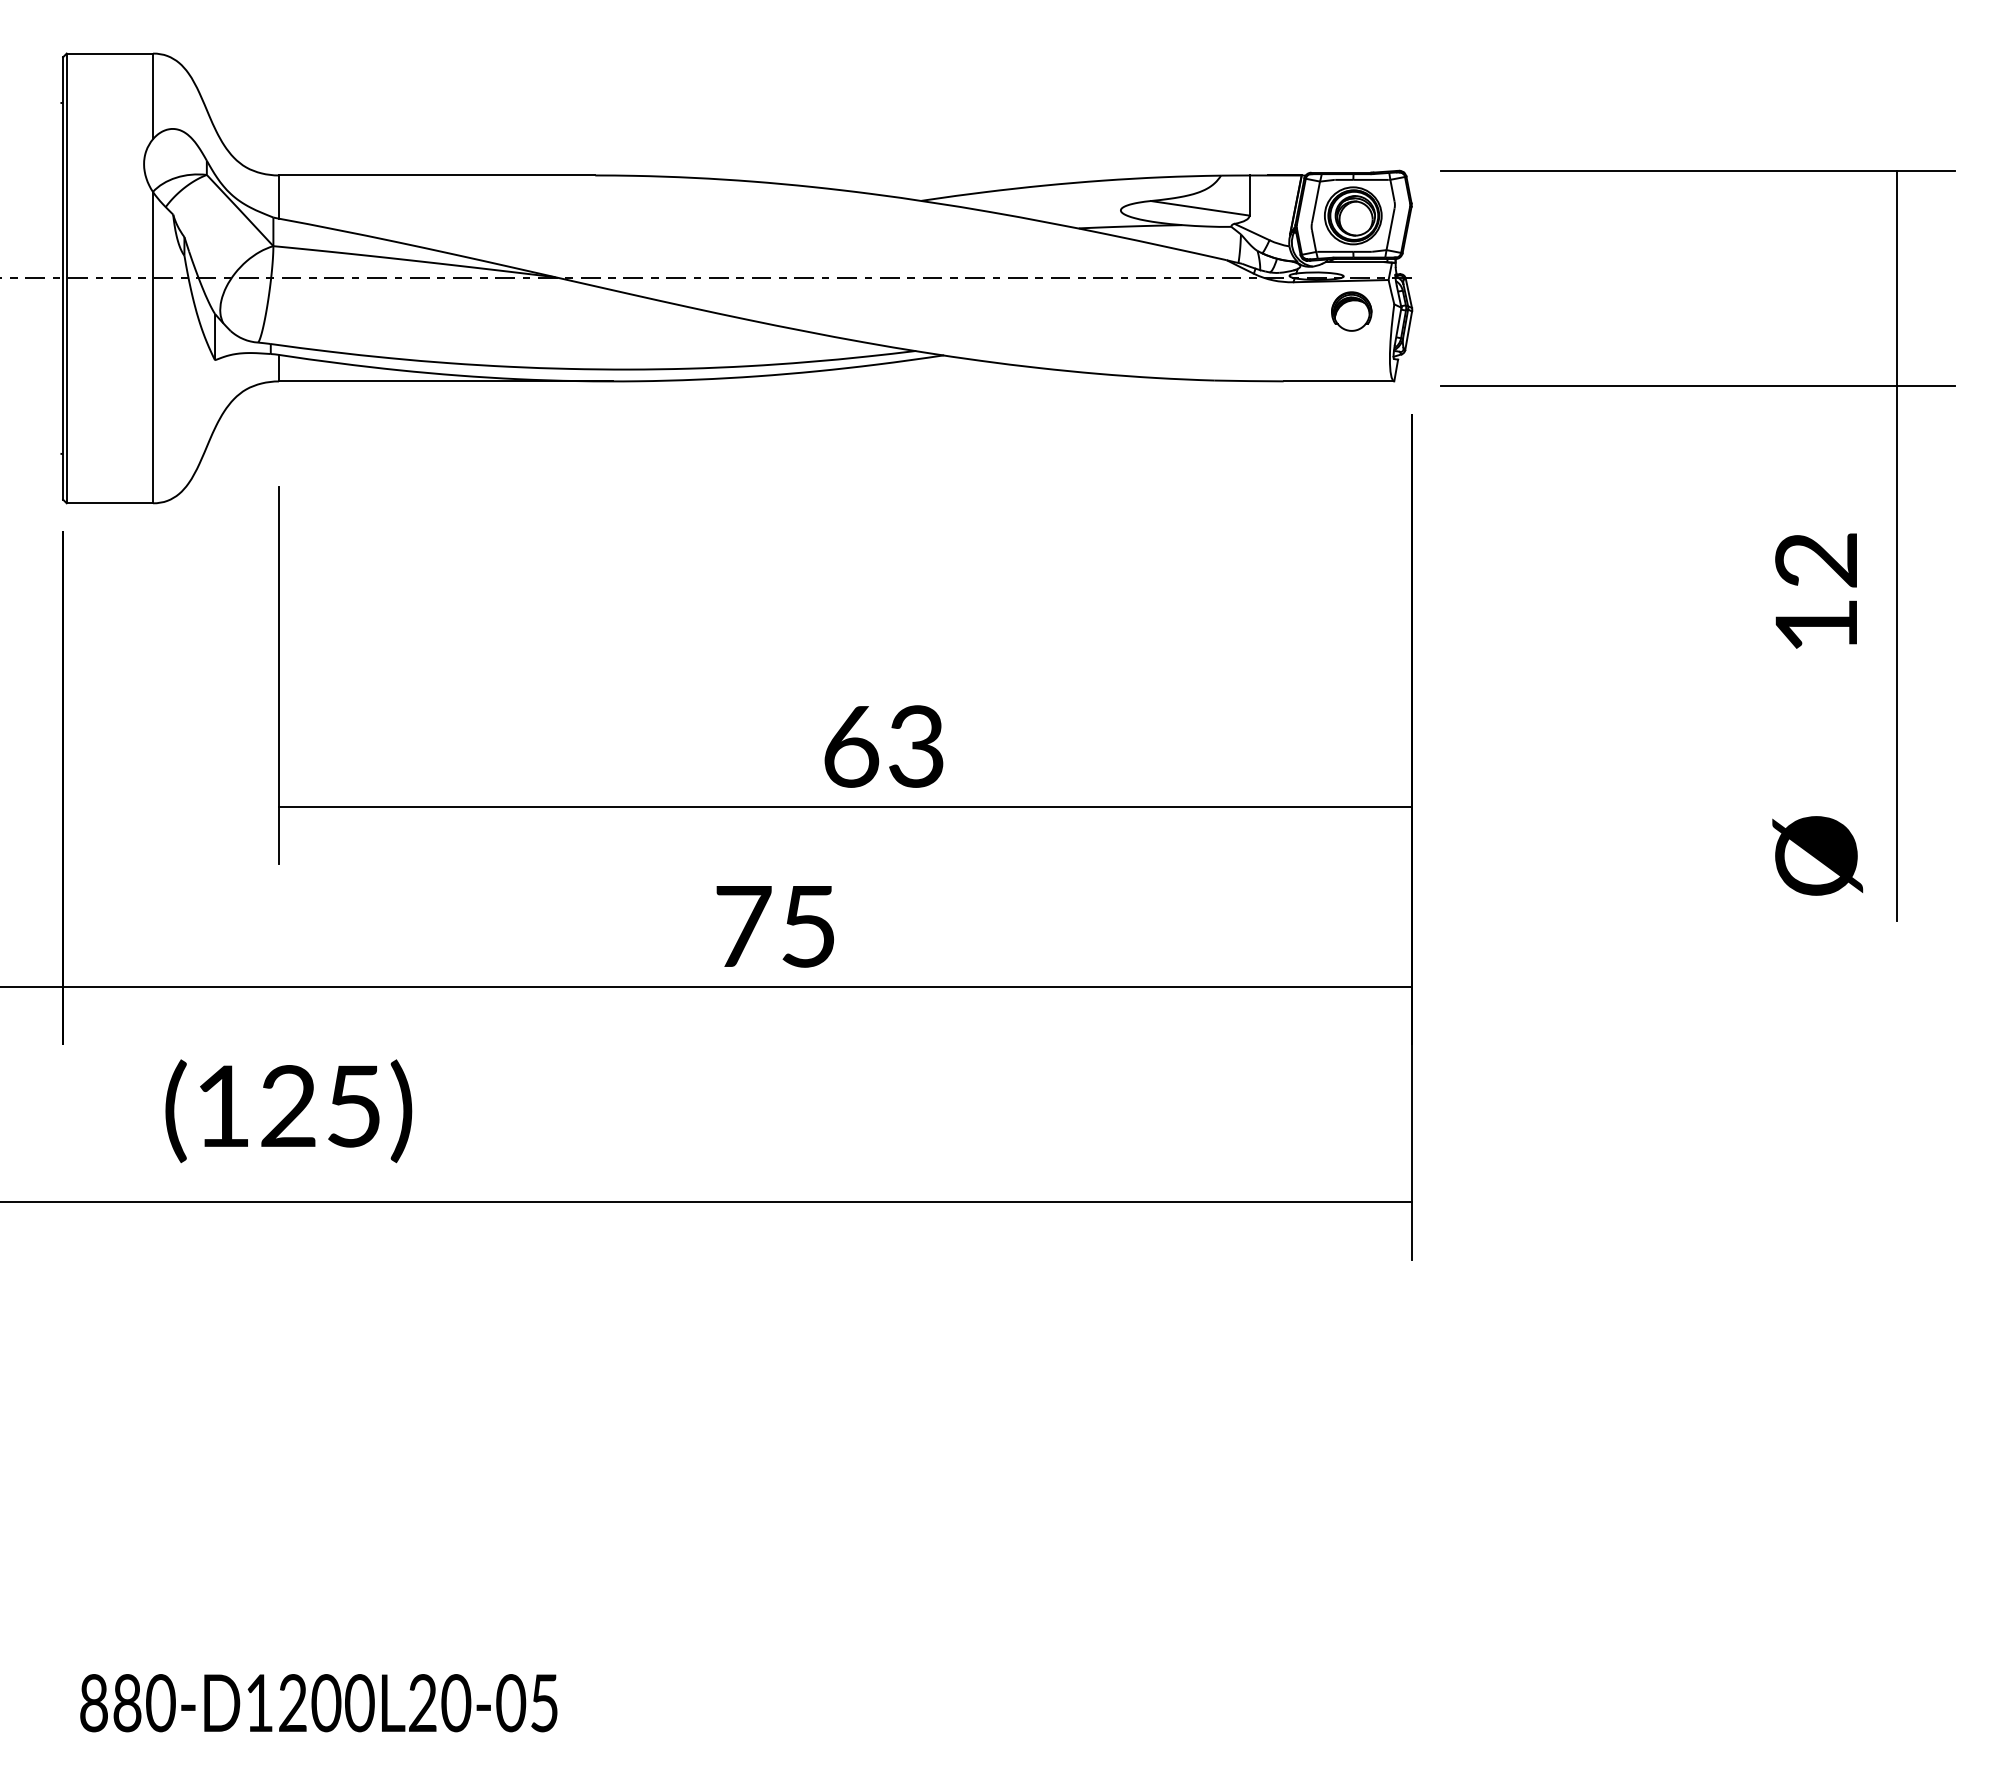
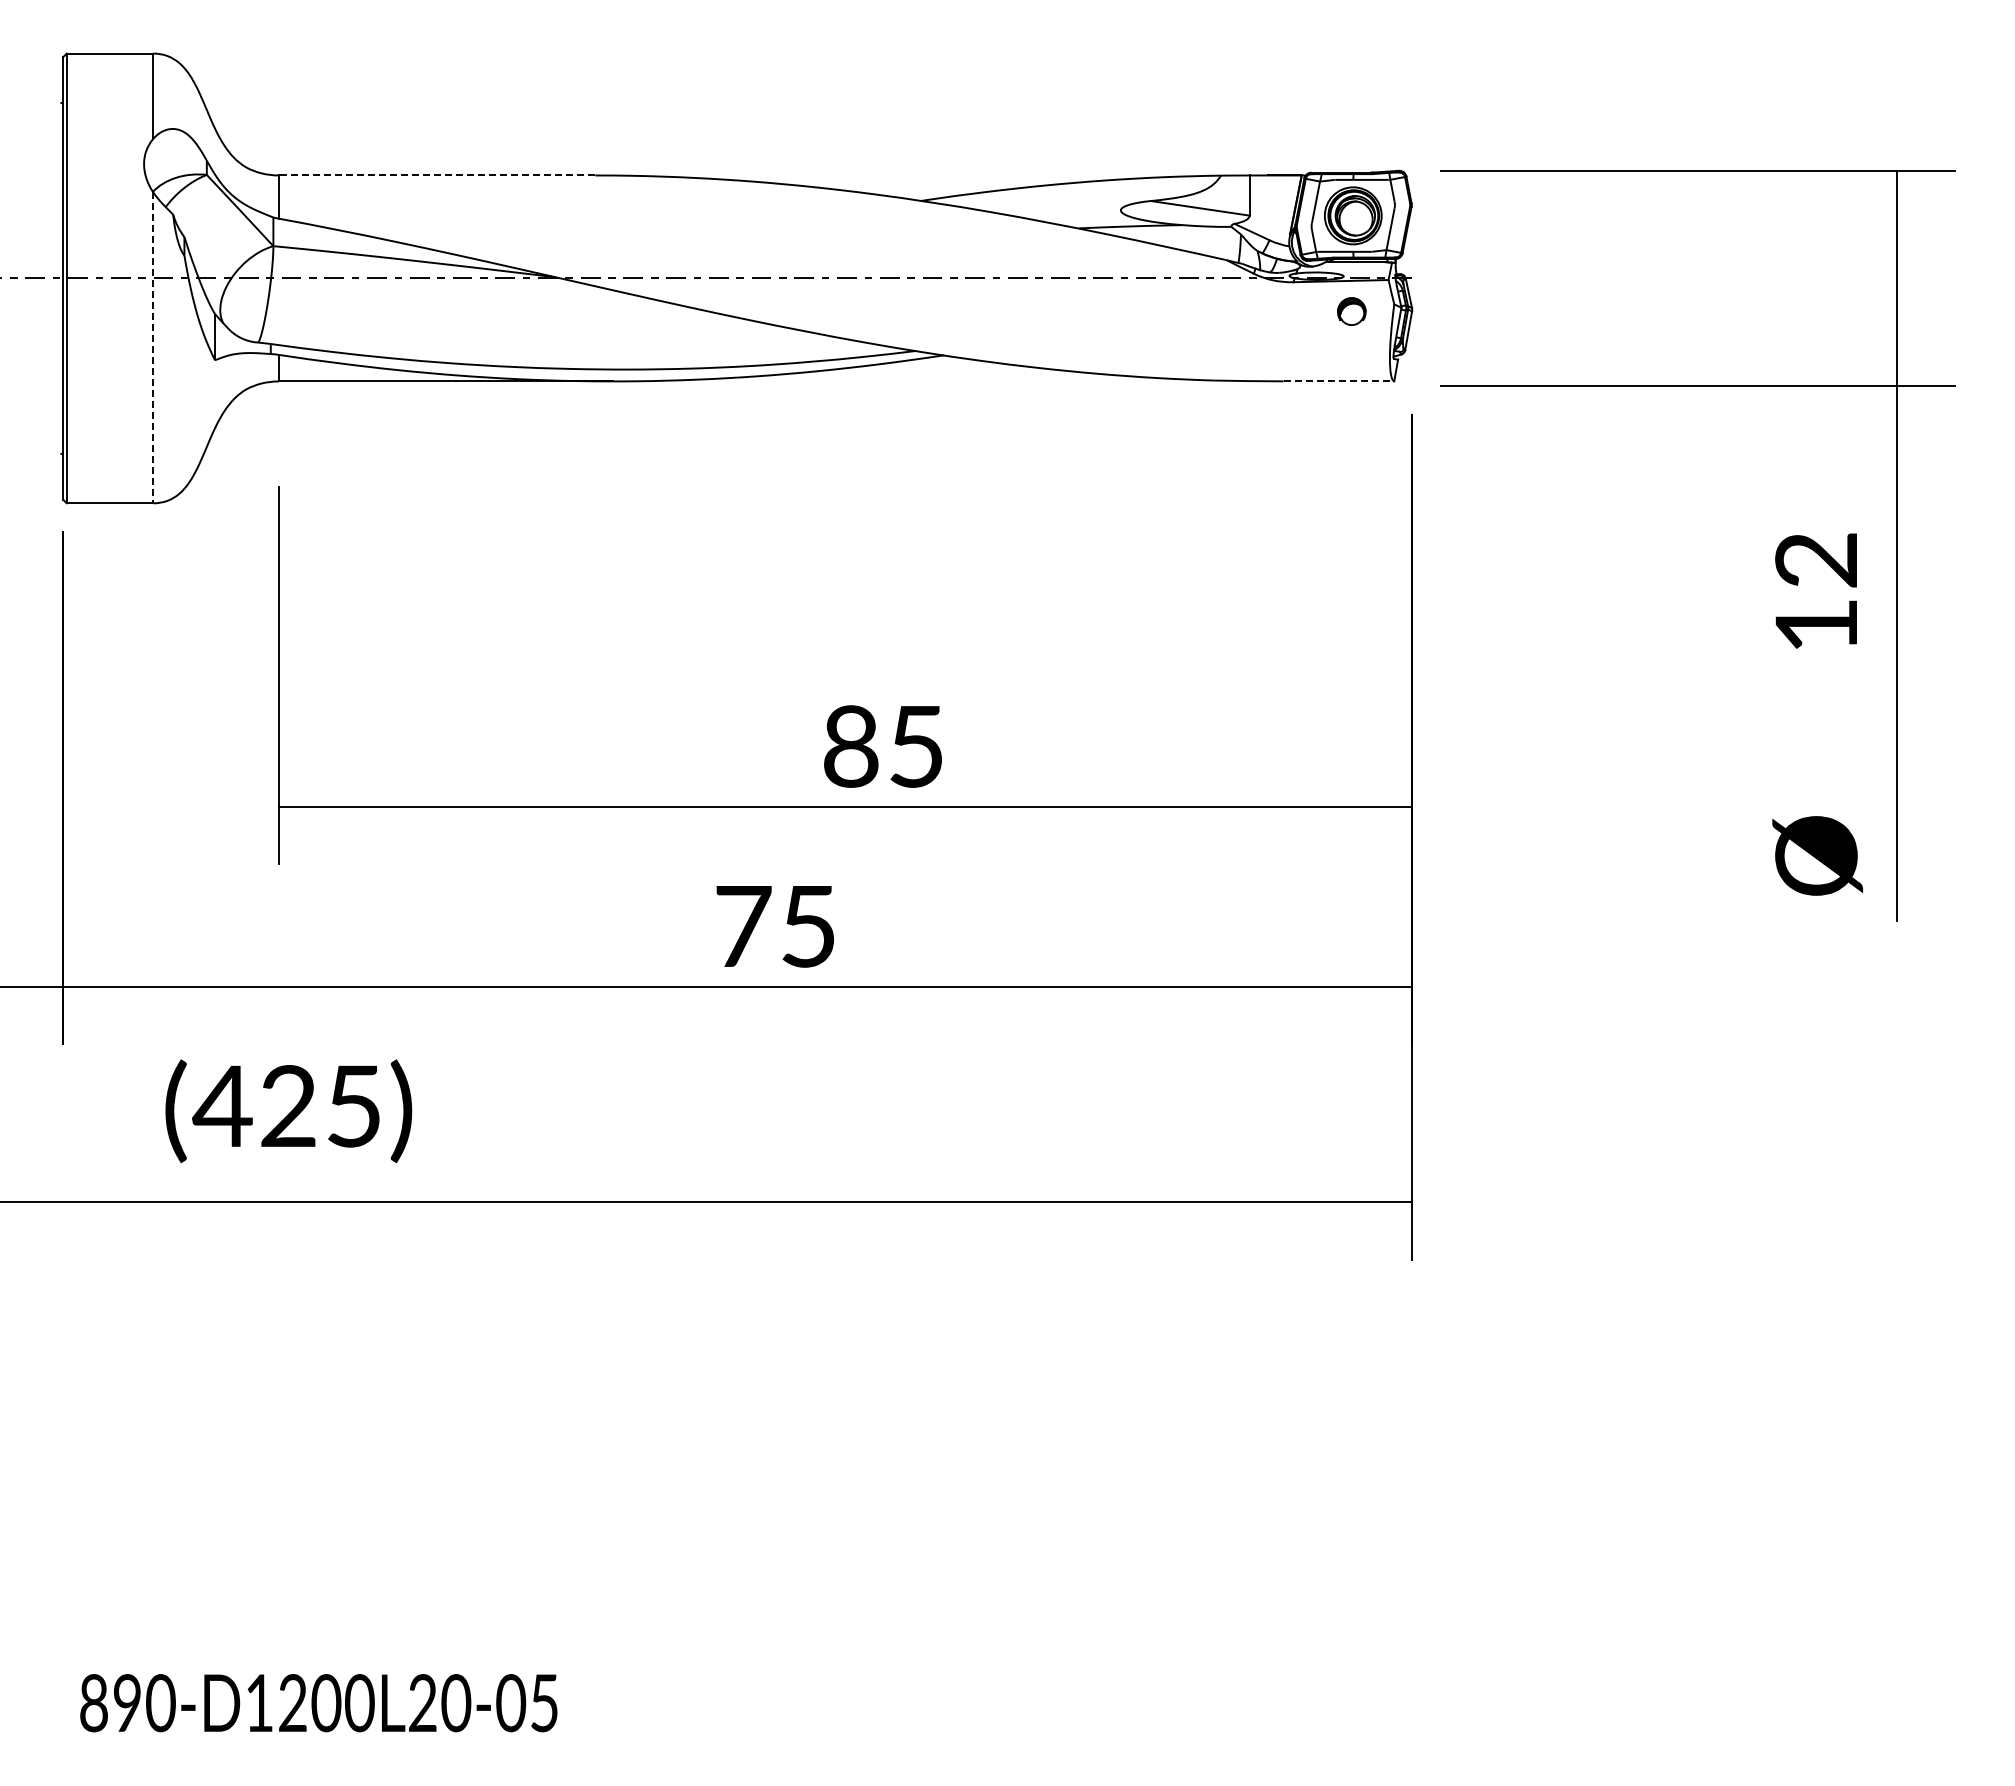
line at (436, 175): solid -> dashed
part at (1351, 311) size: 42x41 px -> 30x29 px
line at (153, 347): solid -> dashed
line at (1339, 381): solid -> dashed
text at (883, 746): 63 -> 85
text at (222, 1105): (125) -> (425)
text at (127, 1704): 880-D1200L20-05 -> 890-D1200L20-05
